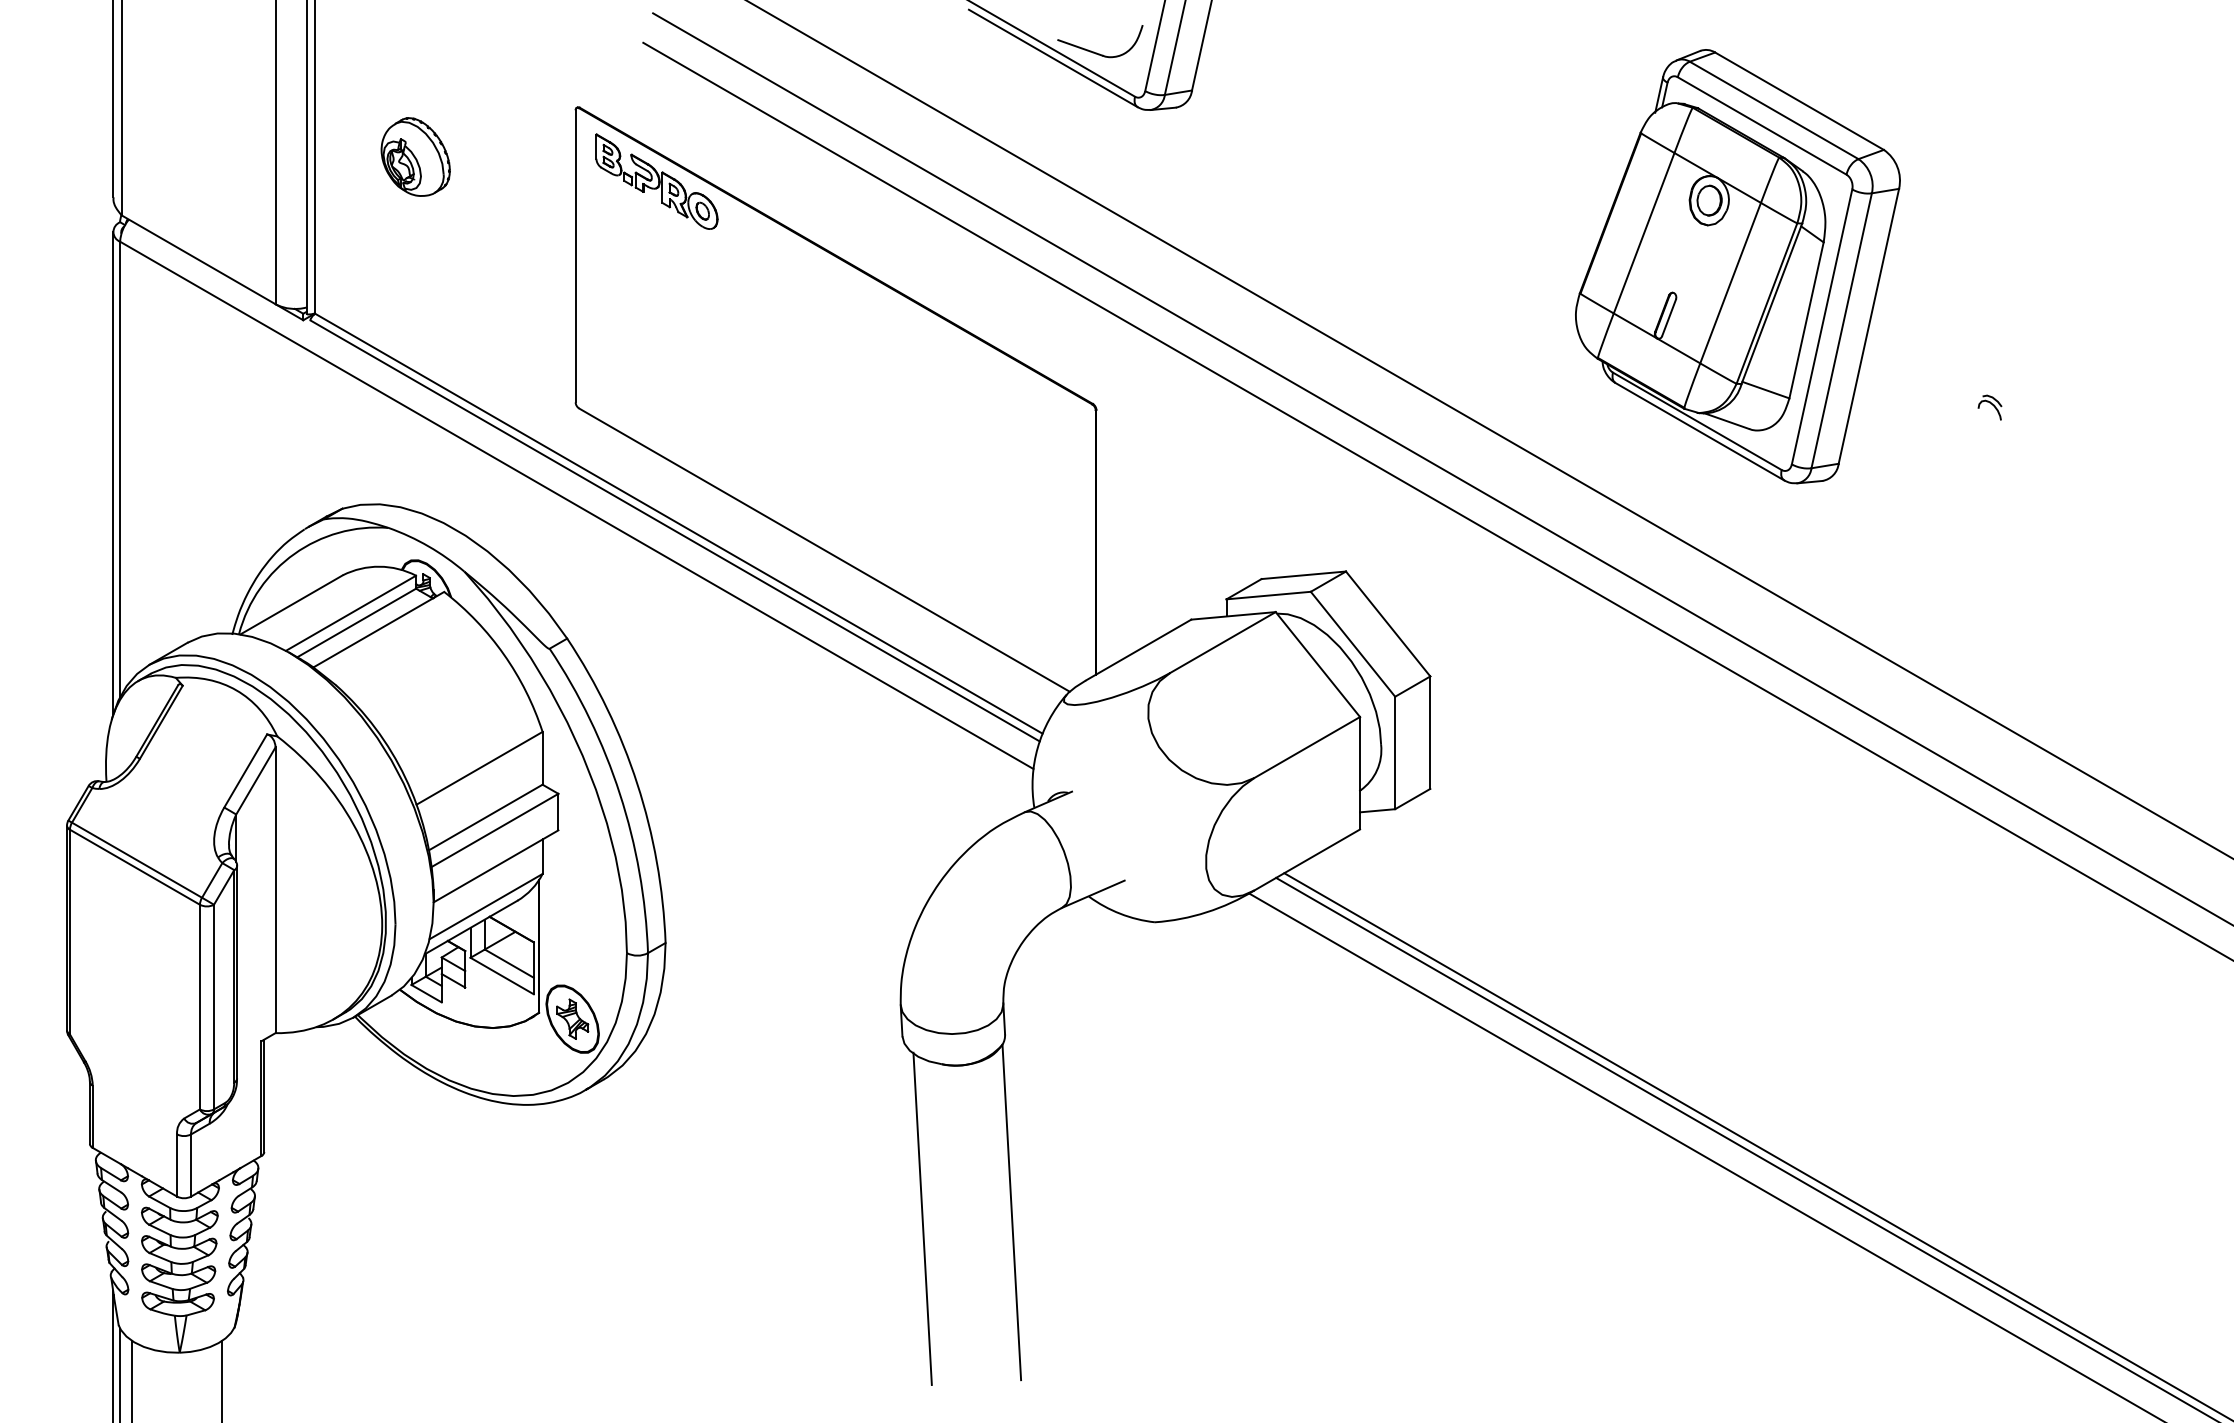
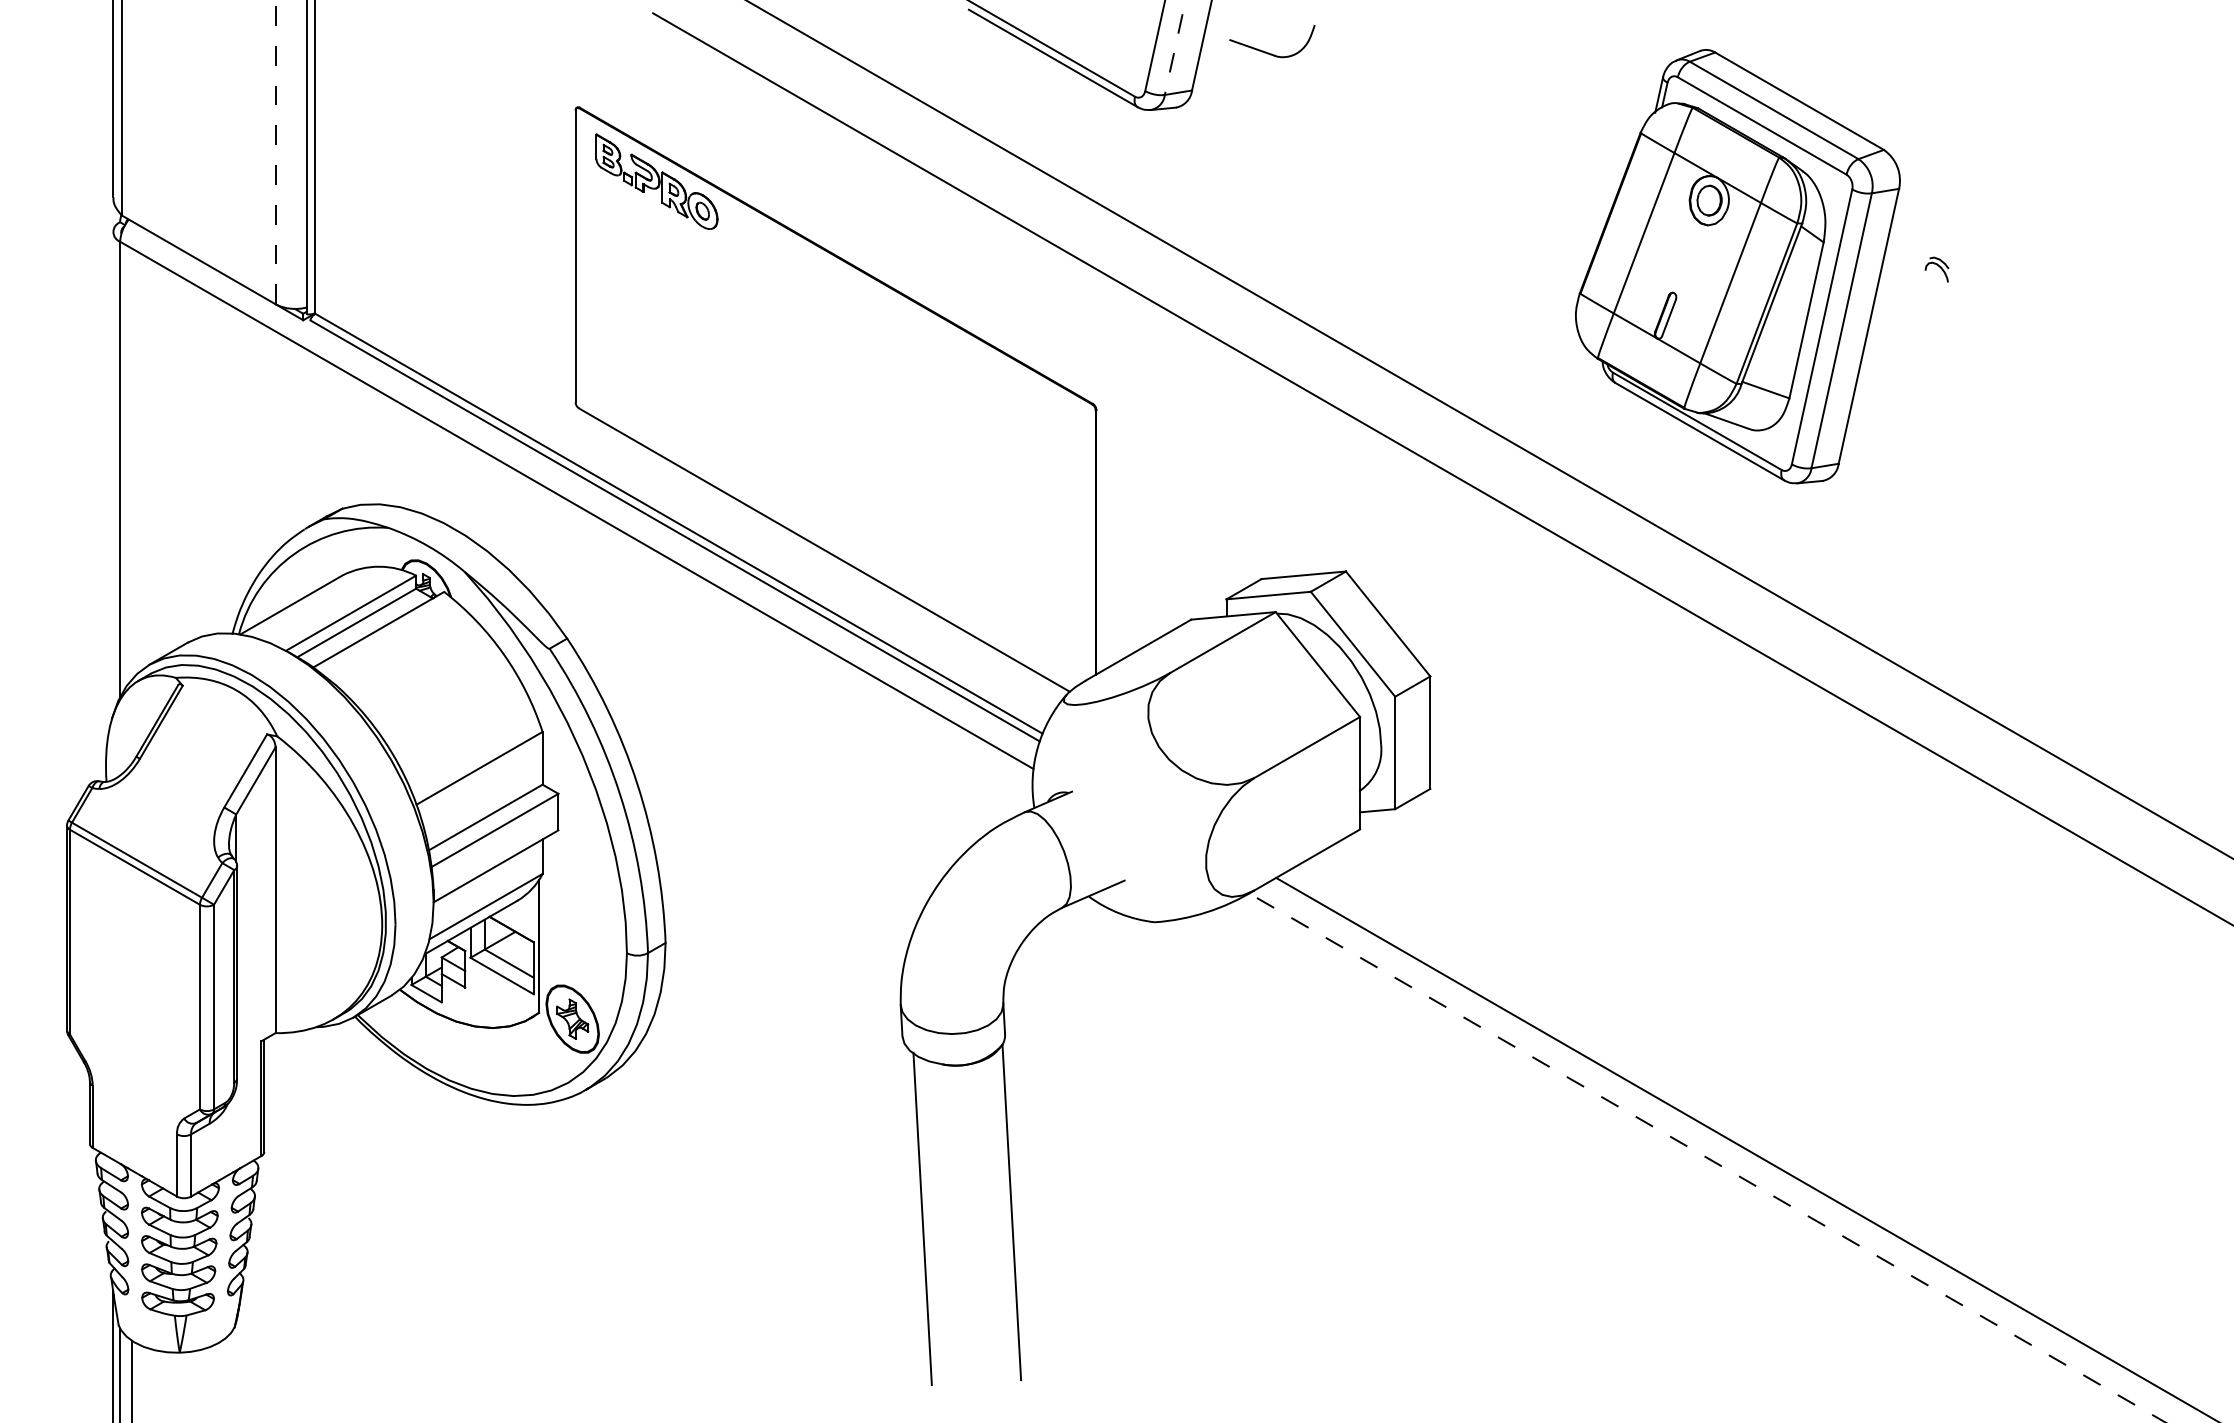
line at (1175, 48): solid -> dashed
part at (1094, 51) position: (1094, 51) -> (1266, 51)
line at (275, 152): solid -> dashed
part at (415, 156): present -> none
part at (1989, 407) position: (1989, 407) -> (1936, 269)
line at (113, 473): present -> none
line at (1436, 500): present -> none
line at (1757, 1146): present -> none
line at (1707, 1157): solid -> dashed
line at (221, 1380): present -> none
